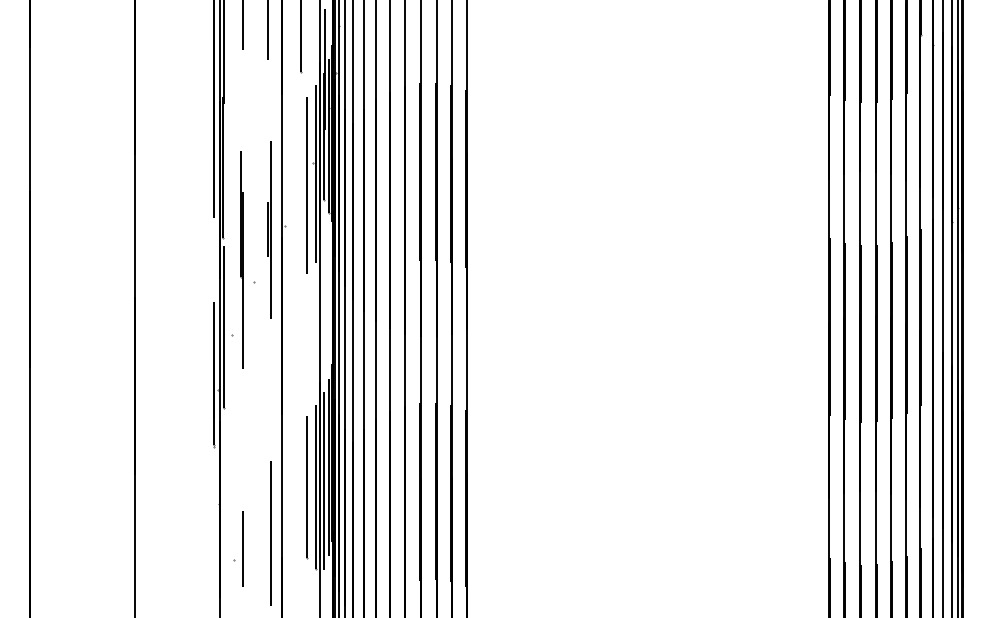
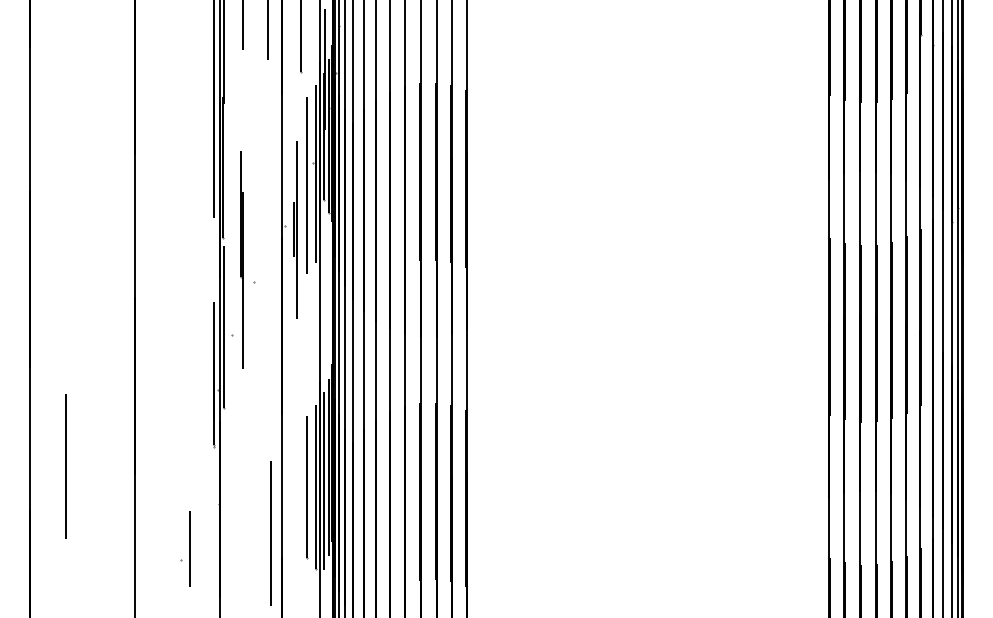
part at (269, 229) position: (269, 229) -> (295, 229)
line at (65, 466): none -> present
part at (238, 548) position: (238, 548) -> (185, 548)
